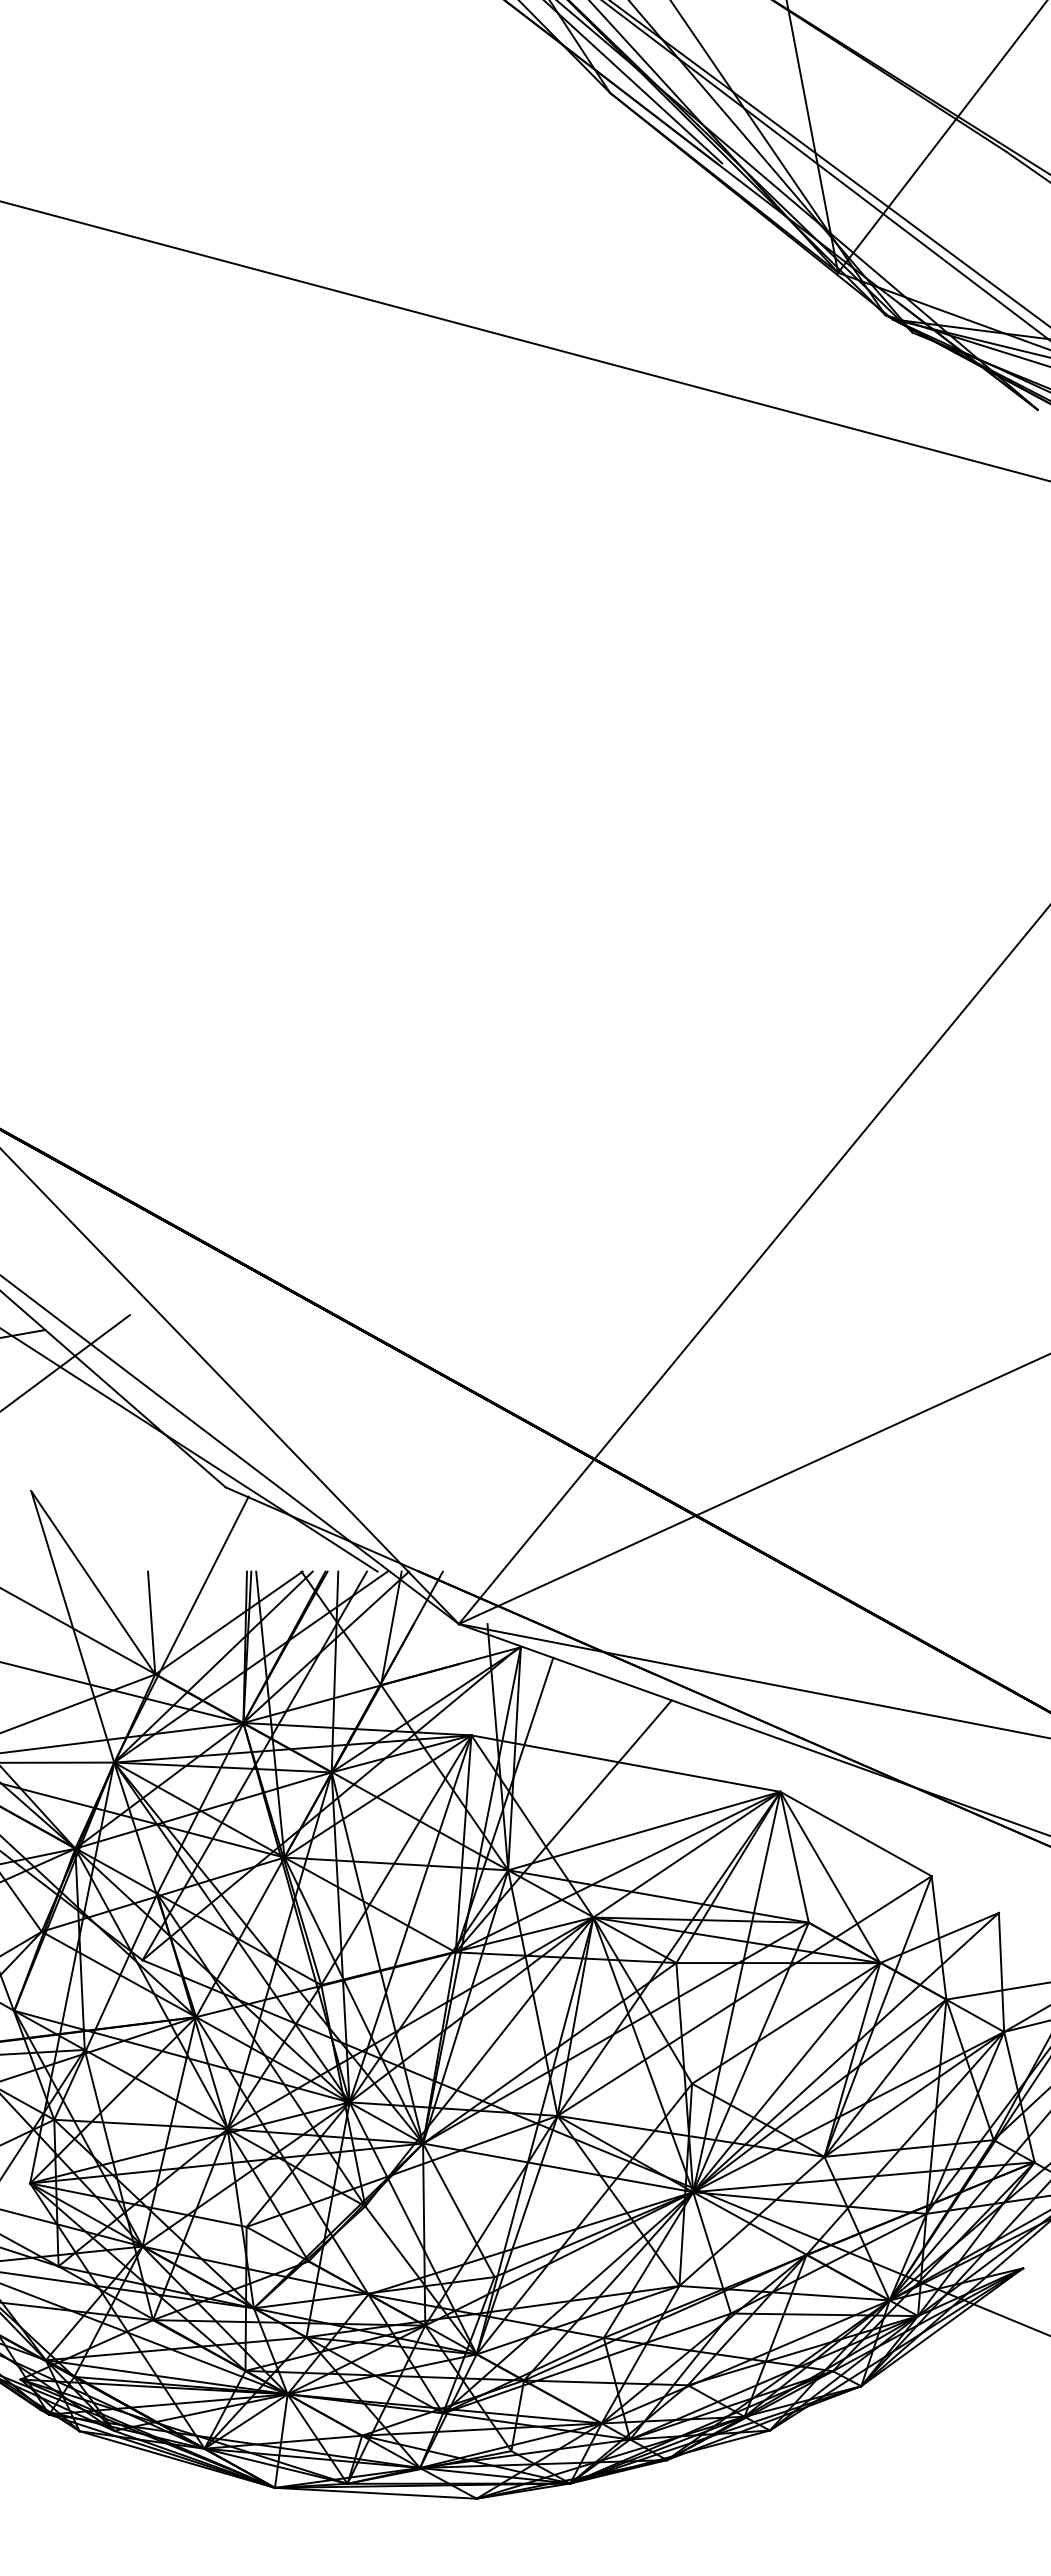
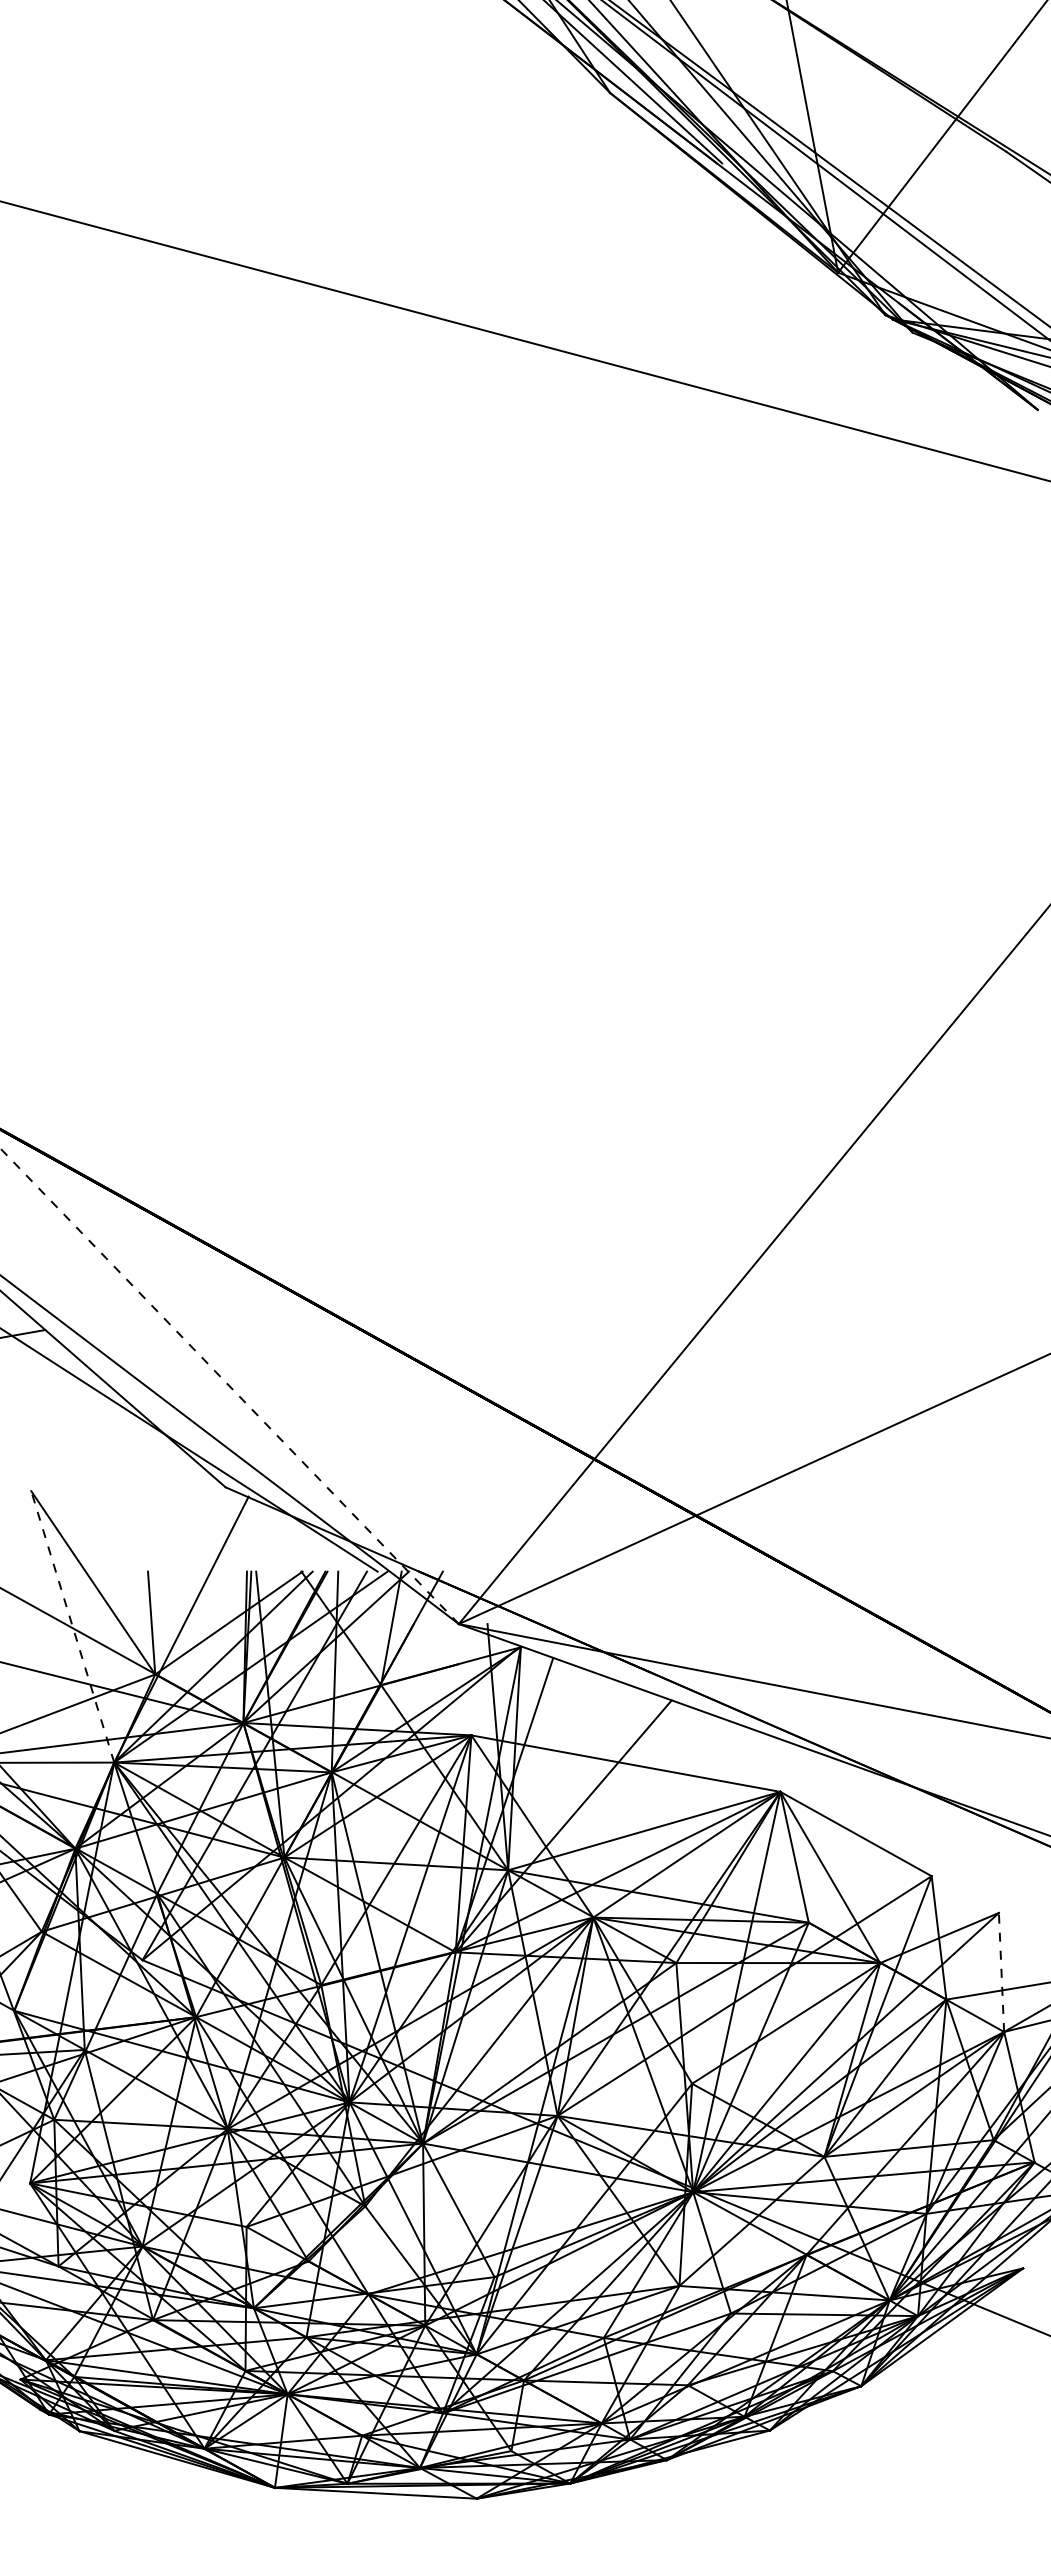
line at (65, 1362): present -> none
line at (229, 1385): solid -> dashed
line at (72, 1626): solid -> dashed
line at (1001, 1972): solid -> dashed
